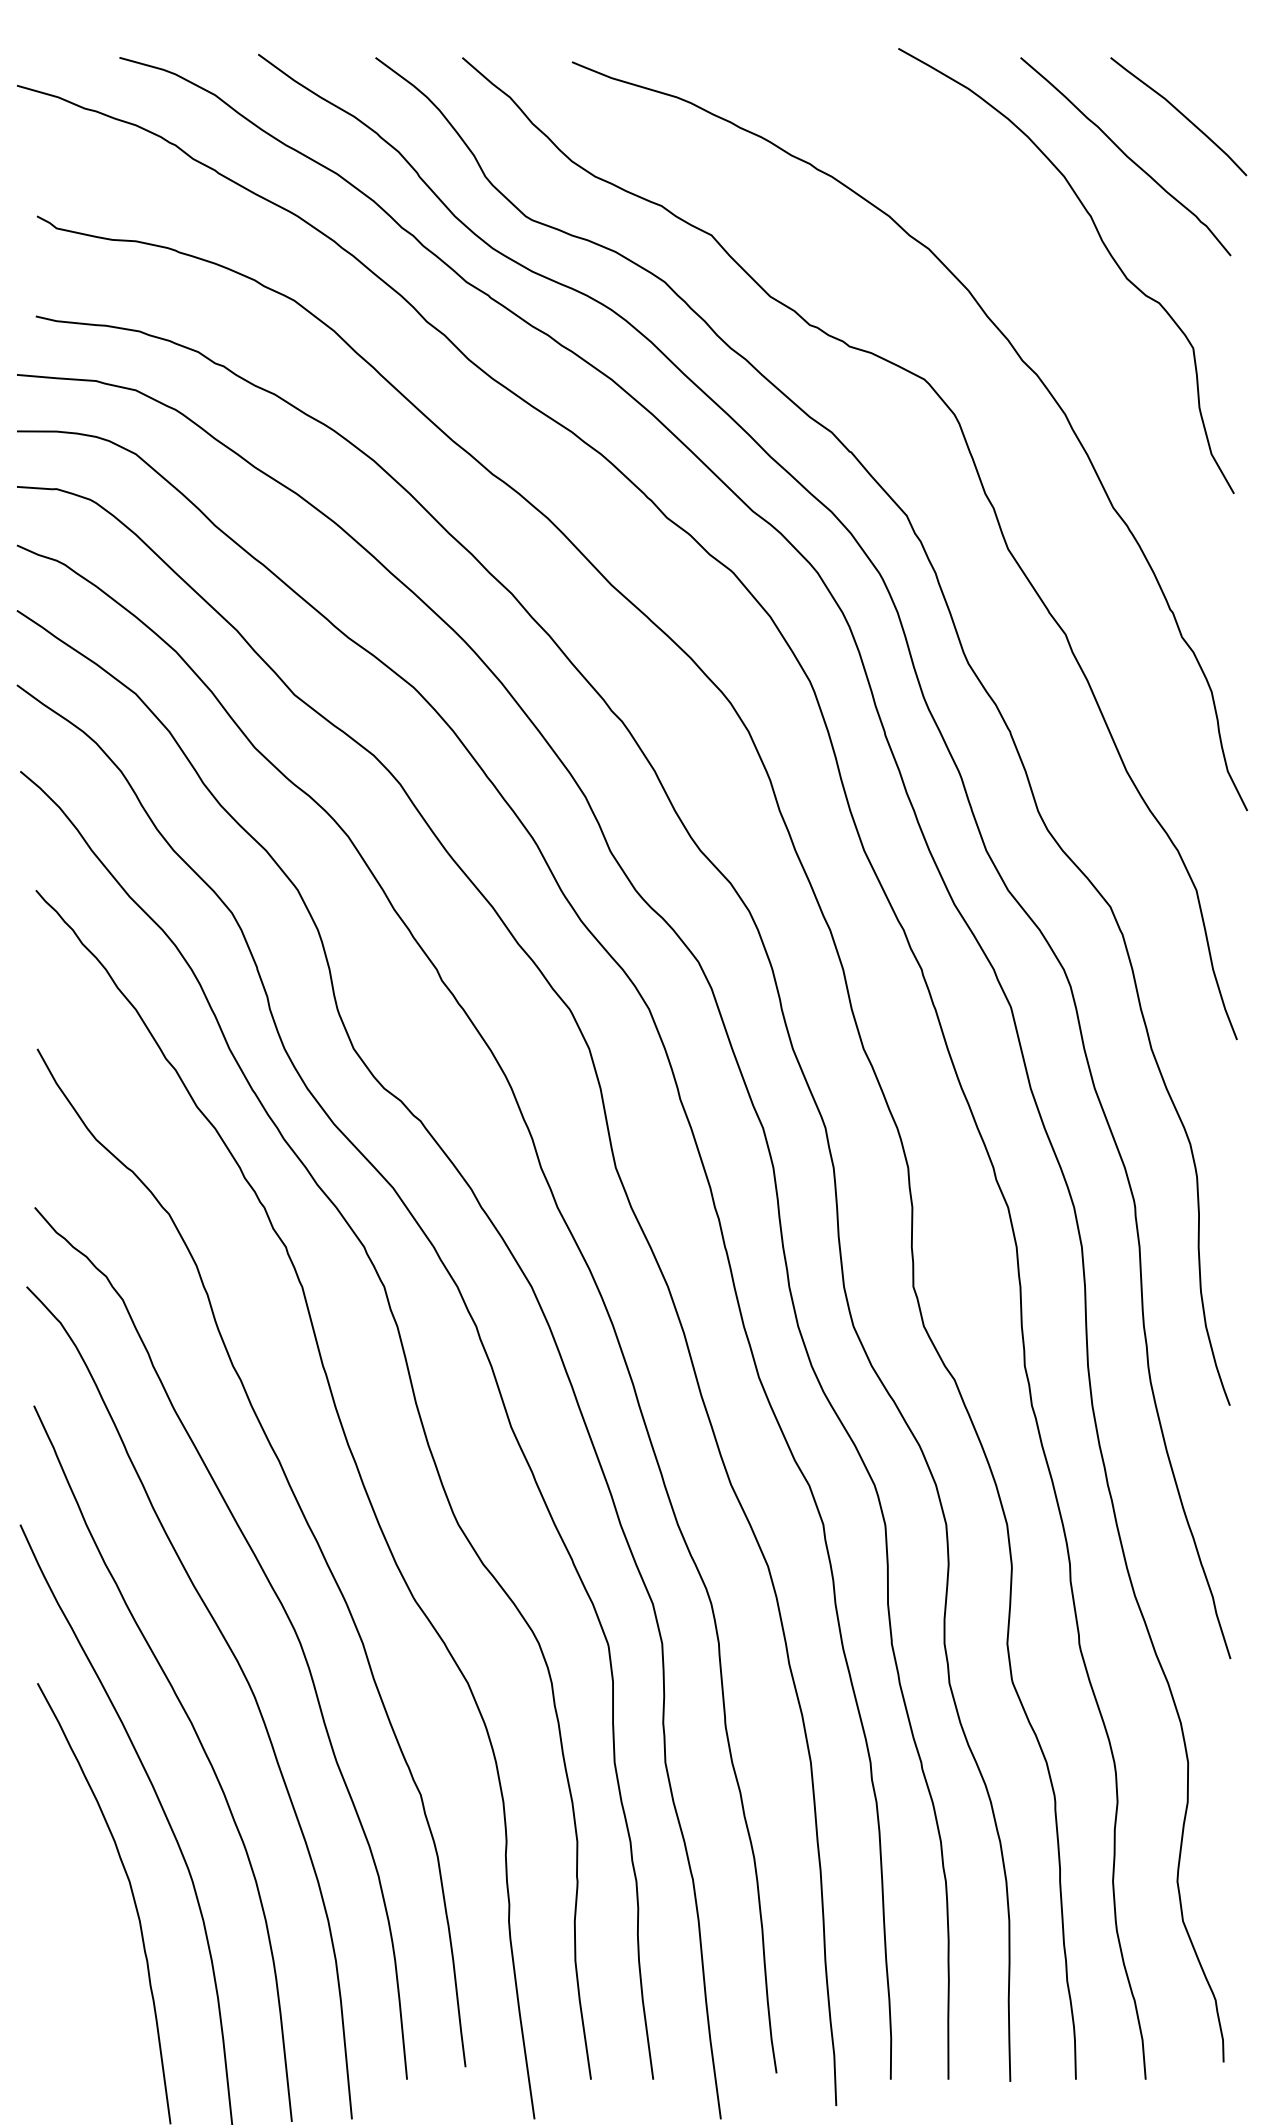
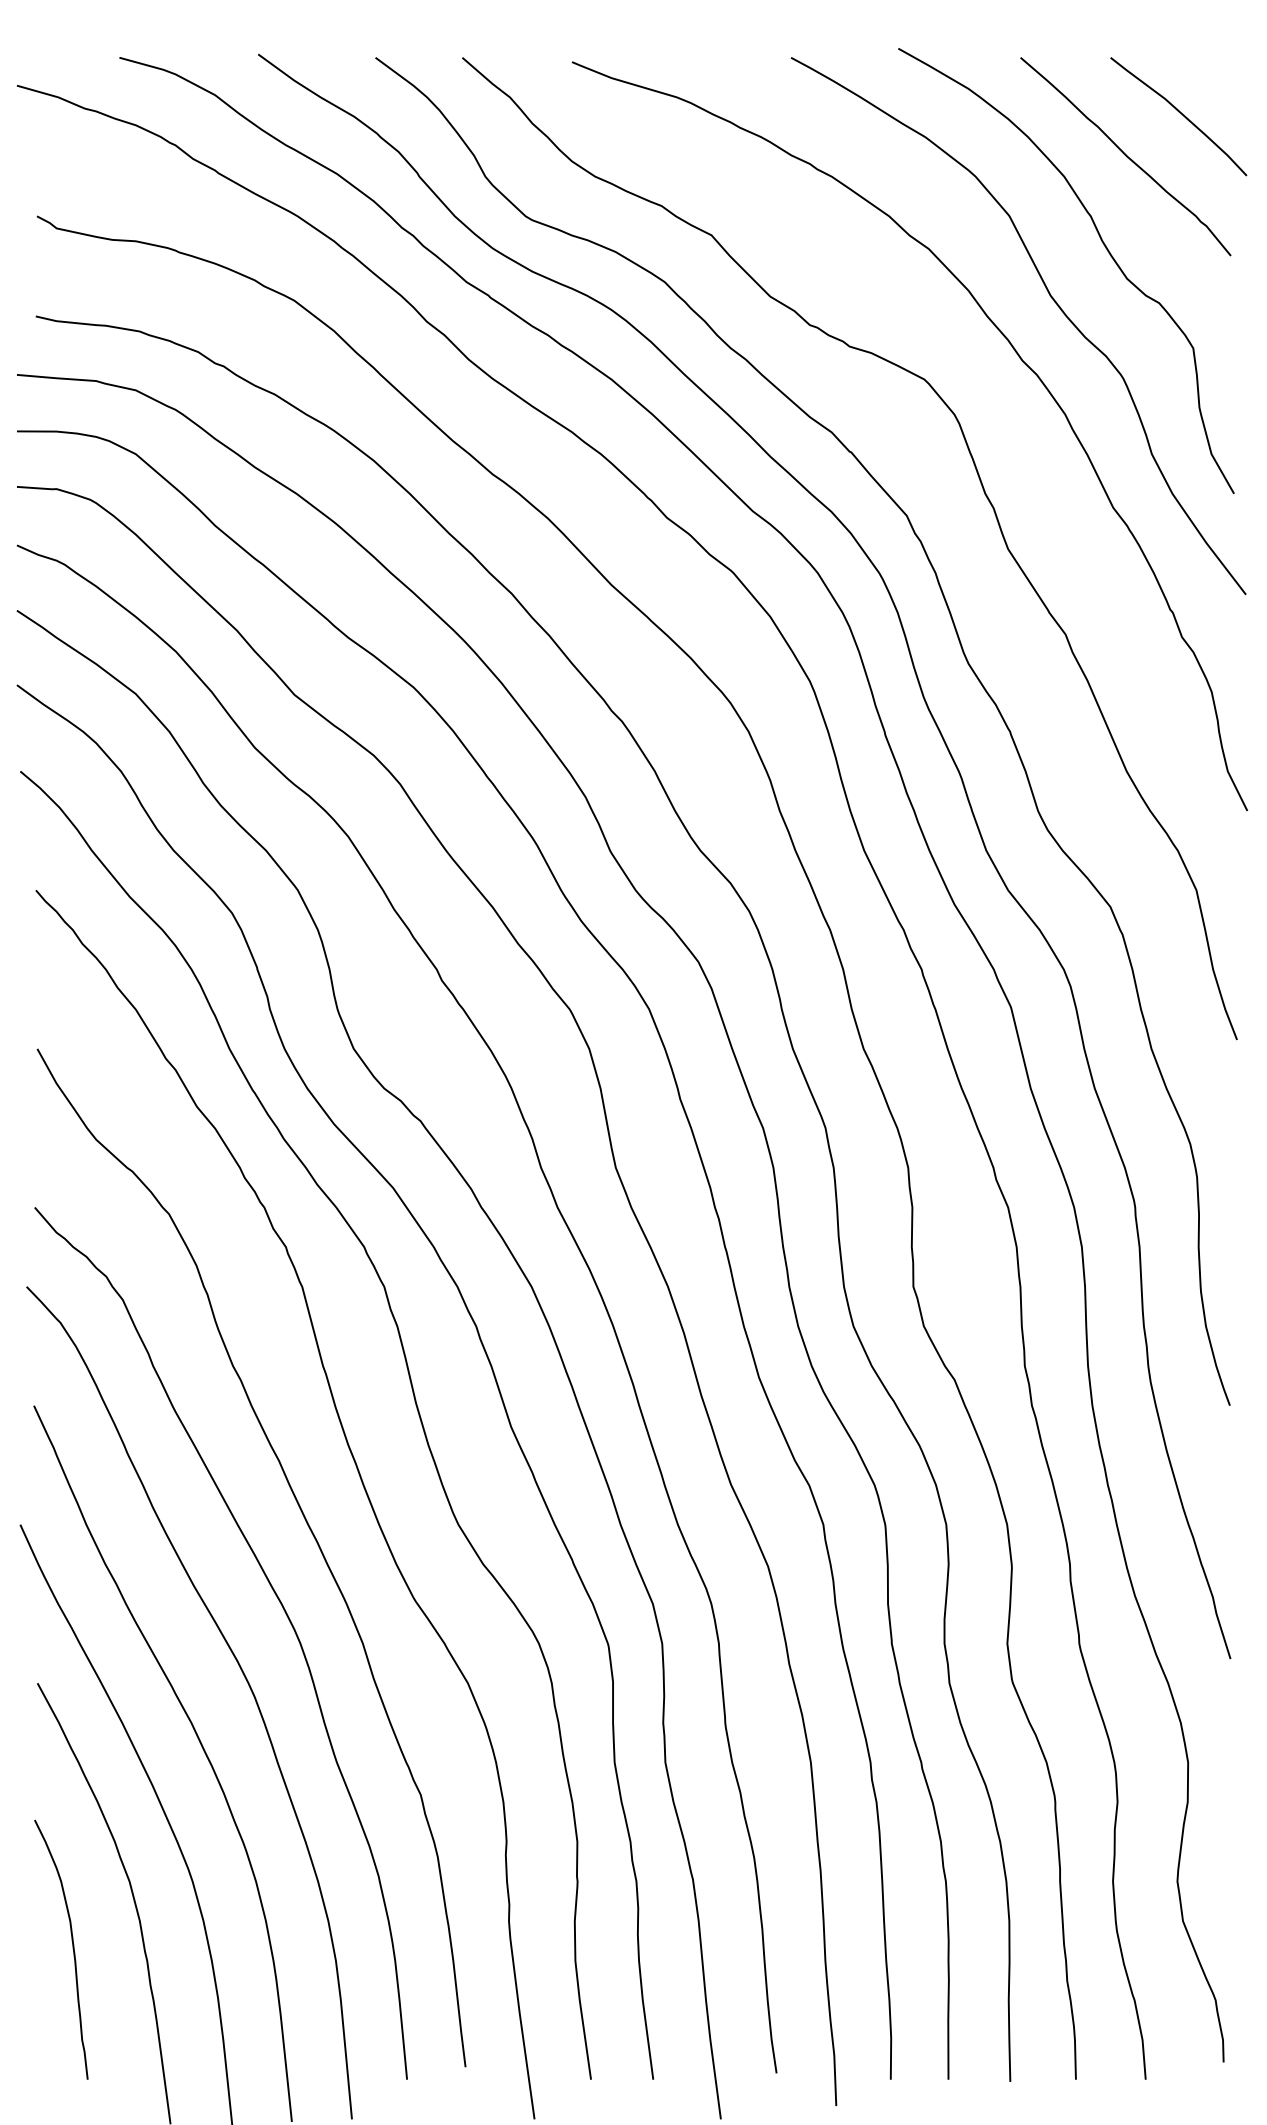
curve at (1053, 301): none -> present
curve at (72, 1949): none -> present
